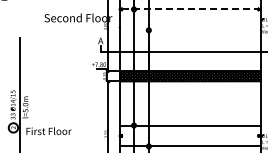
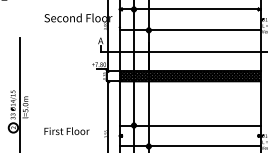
line at (189, 9): dashed -> solid
line at (189, 30): none -> present
text at (48, 131) position: (48, 131) -> (66, 131)
